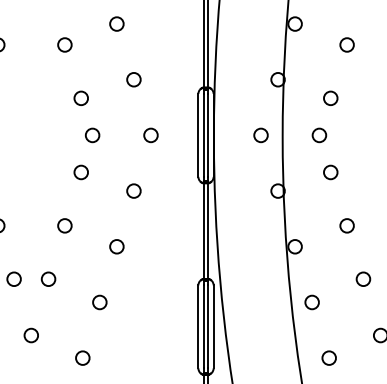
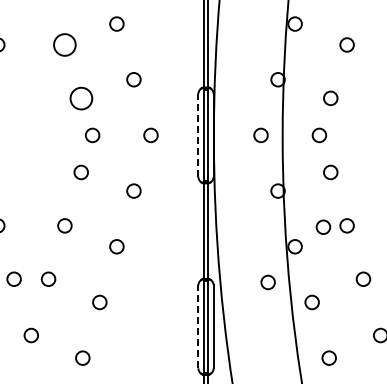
circle at (64, 44) size: 16x16 px -> 24x24 px
circle at (80, 97) size: 16x16 px -> 25x25 px
line at (198, 134): solid -> dashed
circle at (323, 226): none -> present
circle at (267, 282): none -> present
line at (198, 326): solid -> dashed
